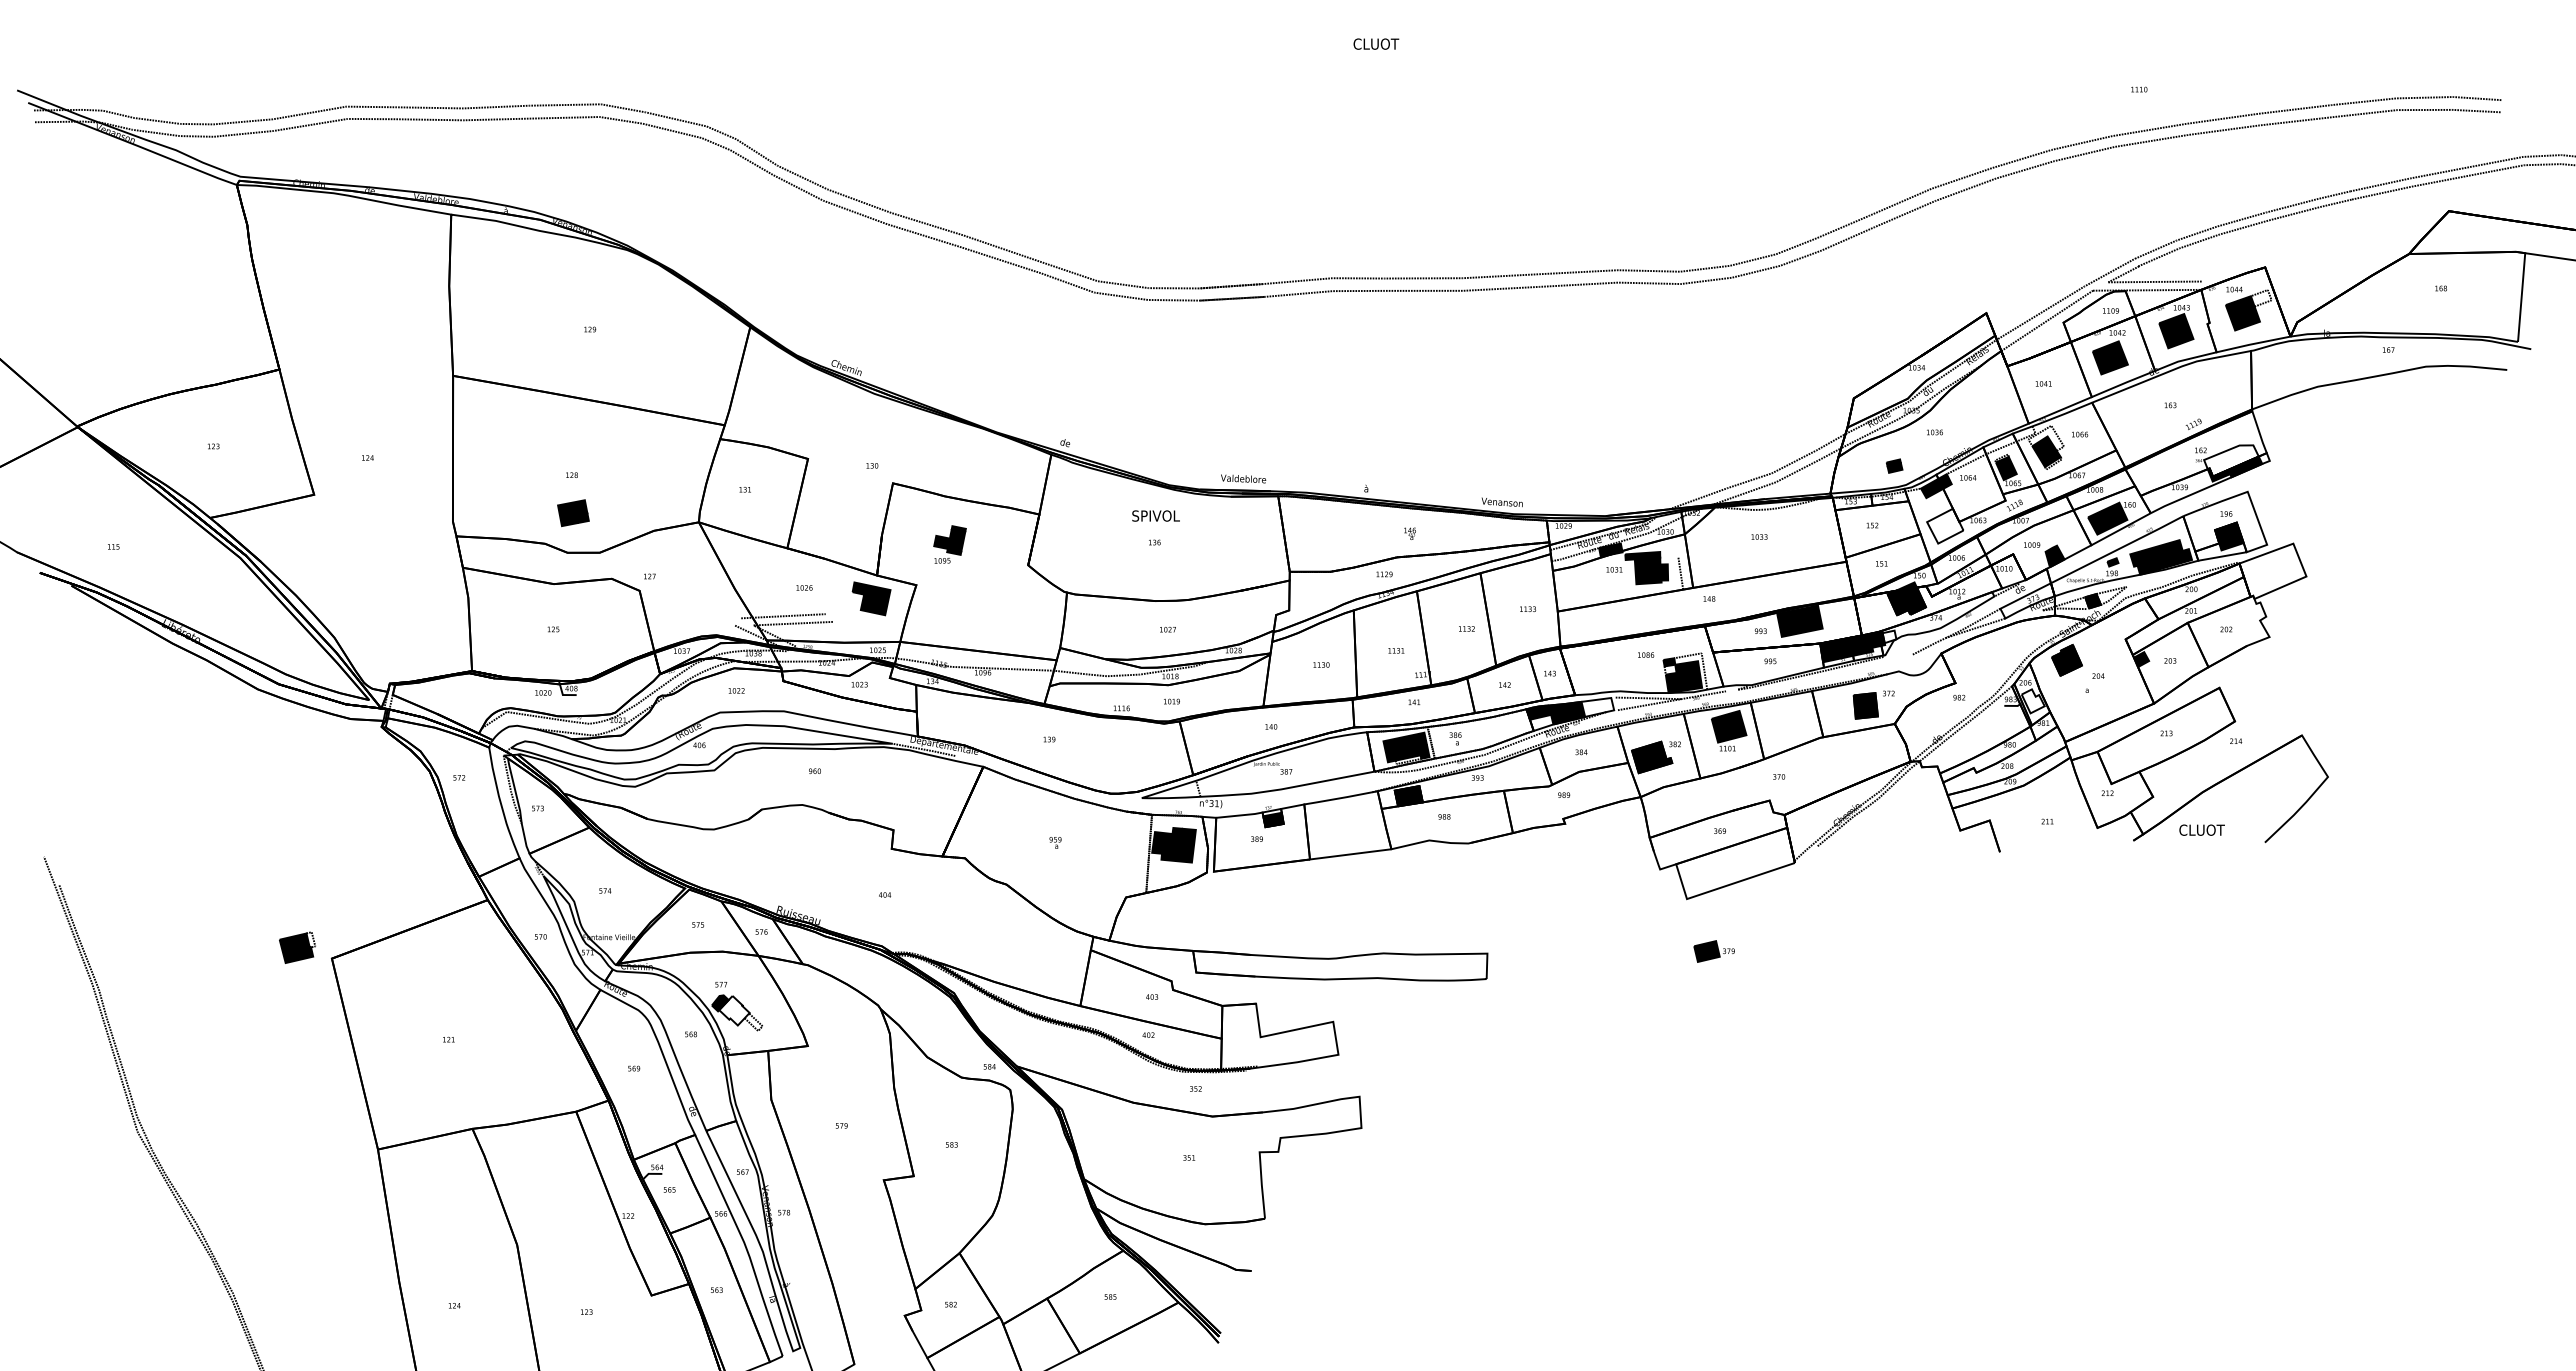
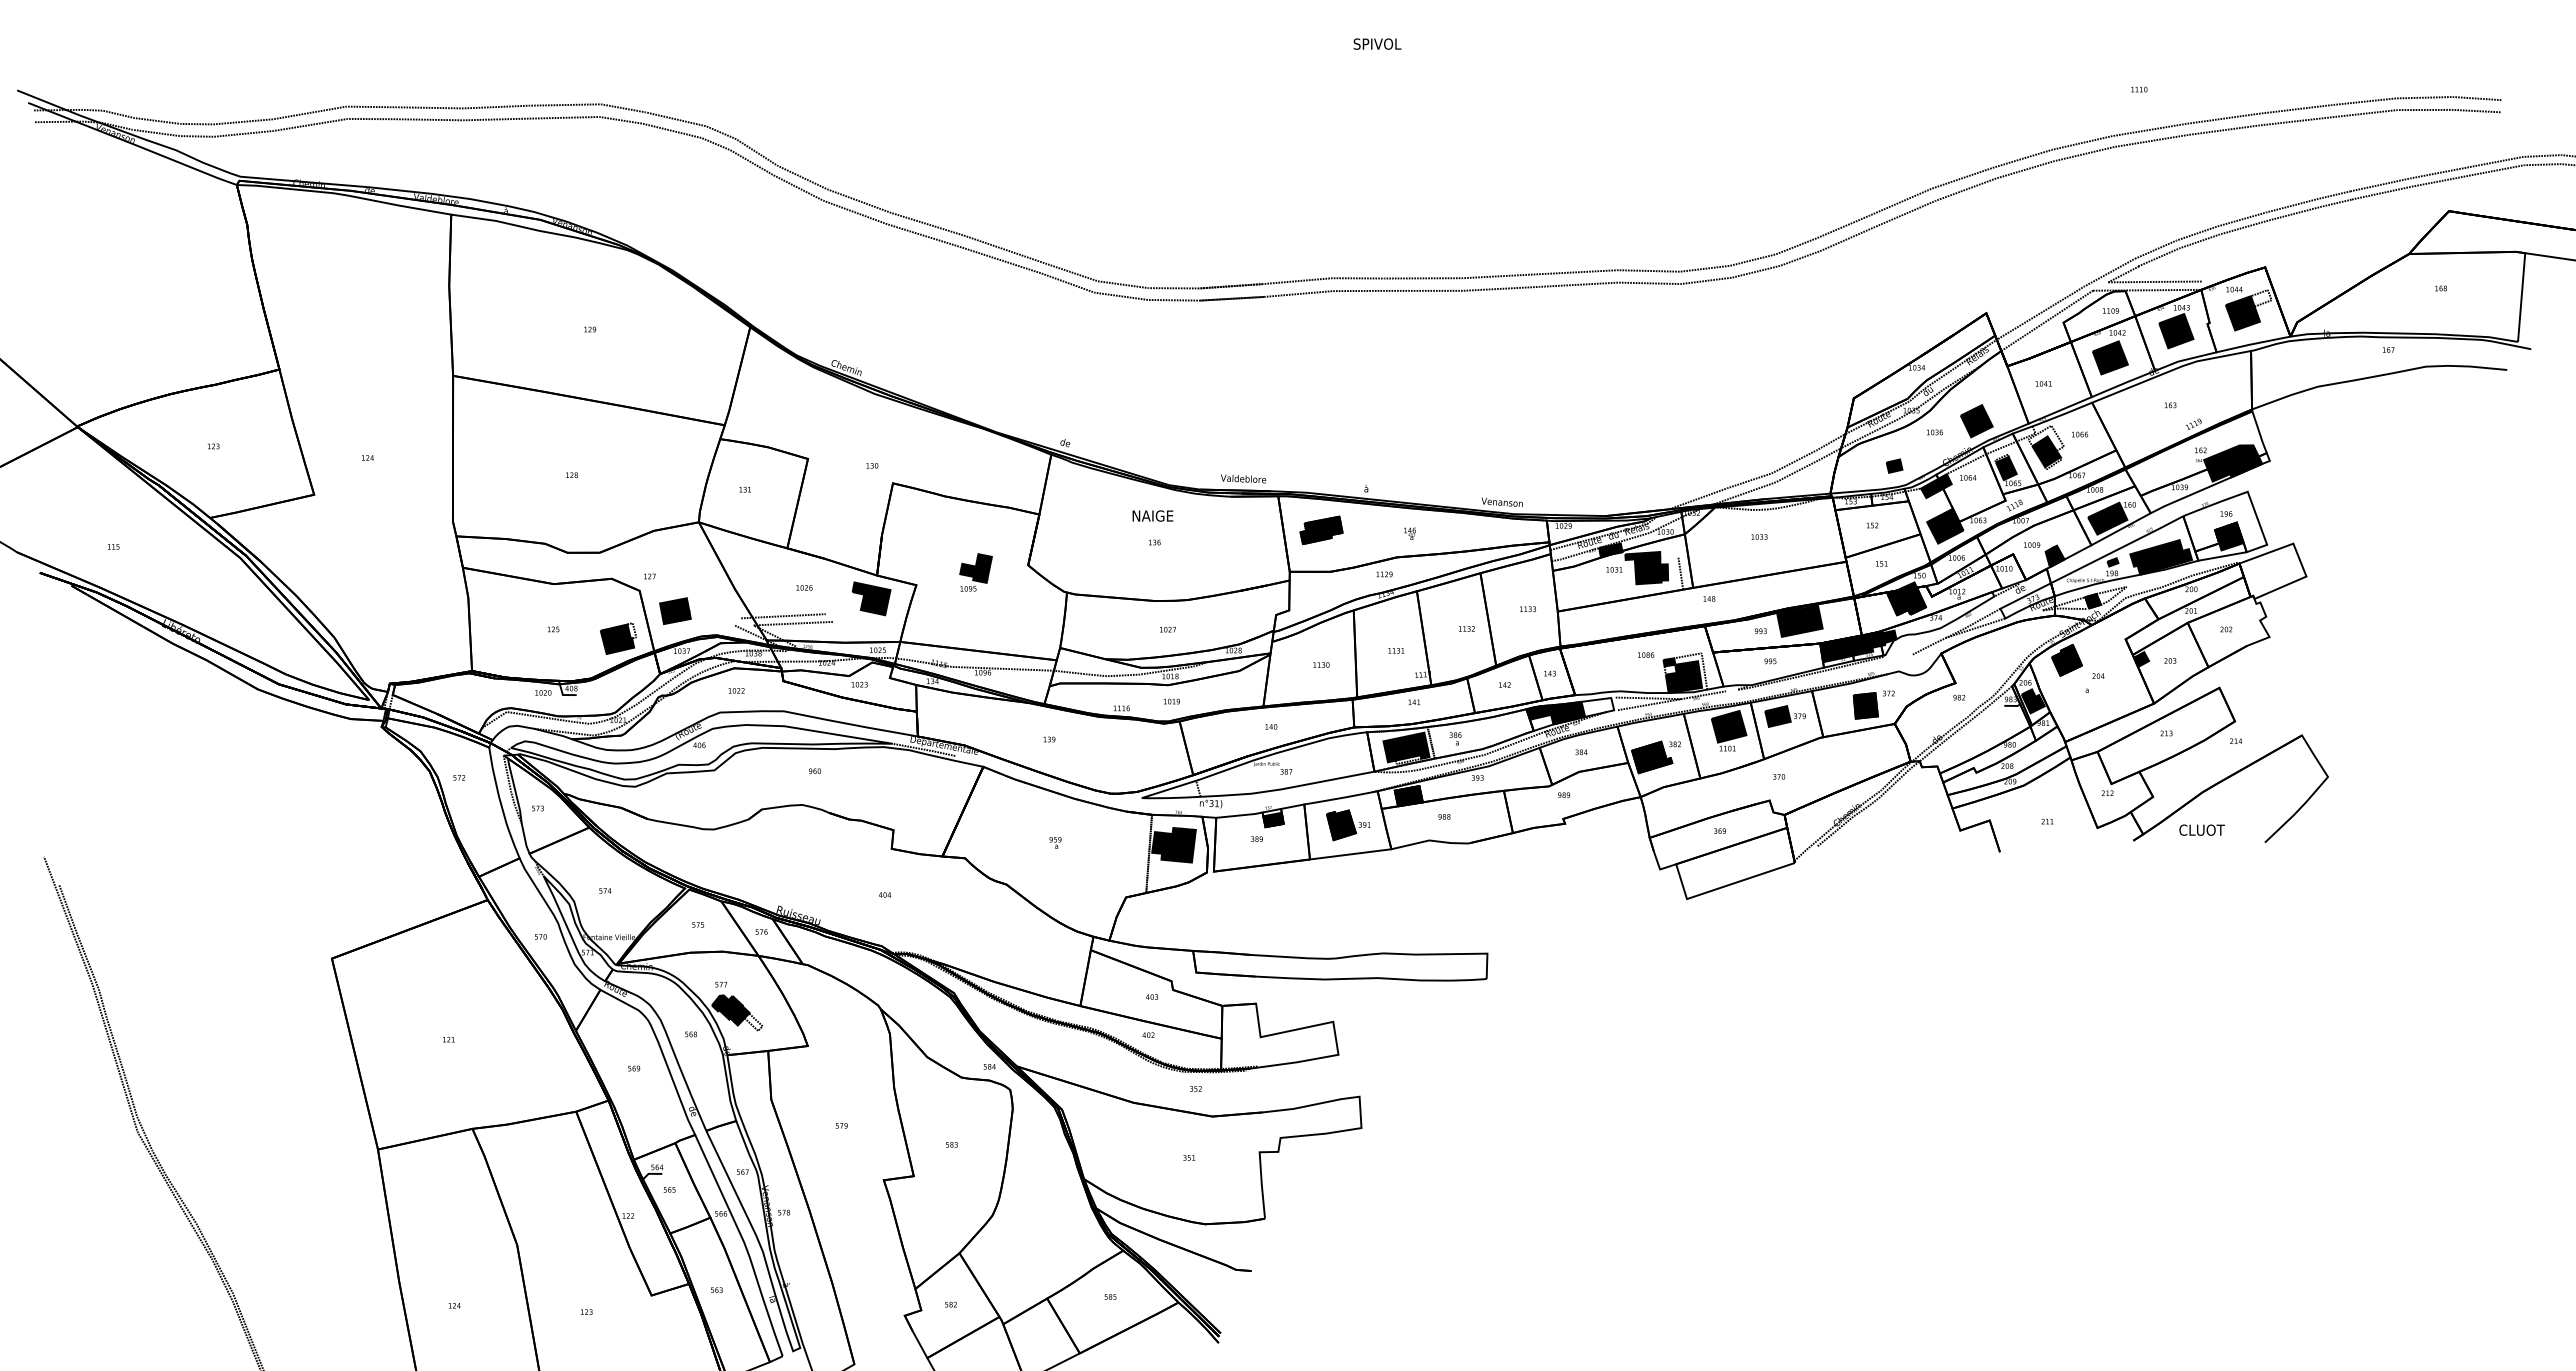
text at (1377, 43): CLUOT -> SPIVOL
part at (1976, 421): none -> present
fill at (2231, 460): none -> present
part at (573, 513) position: (573, 513) -> (675, 611)
text at (1155, 515): SPIVOL -> NAIGE
fill at (1945, 525): none -> present
part at (1321, 530): none -> present
part at (949, 544) position: (949, 544) -> (975, 572)
fill at (1889, 636): none -> present
fill at (2032, 701): none -> present
part at (1348, 825): none -> present
part at (297, 947) position: (297, 947) -> (618, 638)
part at (1713, 951) position: (1713, 951) -> (1784, 716)
fill at (734, 1010): none -> present
